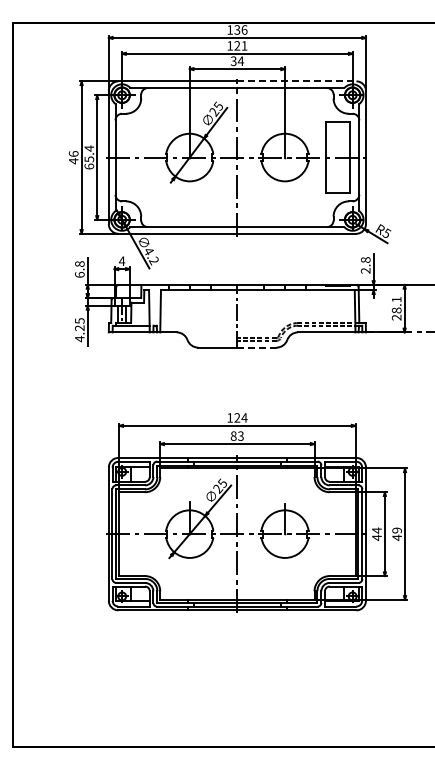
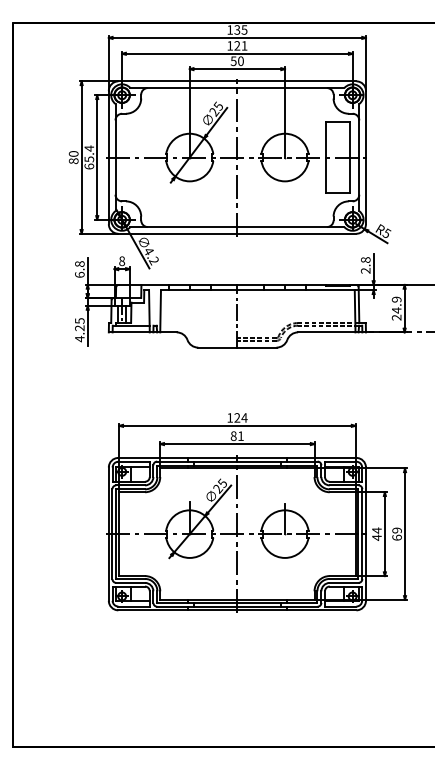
text at (244, 29): 136 -> 135
text at (237, 61): 34 -> 50
line at (296, 81): dashed -> solid
text at (73, 157): 46 -> 80
text at (122, 261): 4 -> 8
text at (396, 304): 28.1 -> 24.9
line at (256, 347): dashed -> solid
text at (240, 435): 83 -> 81
text at (396, 537): 49 -> 69
